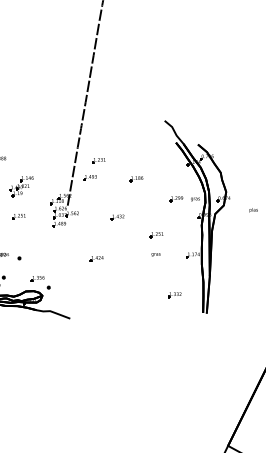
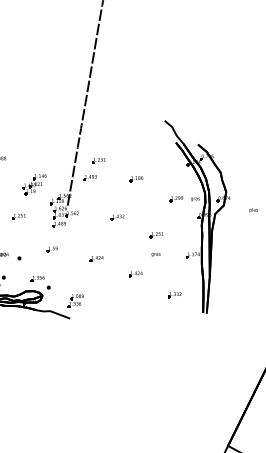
part at (21, 186) position: (21, 186) -> (34, 184)
part at (51, 249): none -> present
part at (135, 274): none -> present
part at (75, 300): none -> present
